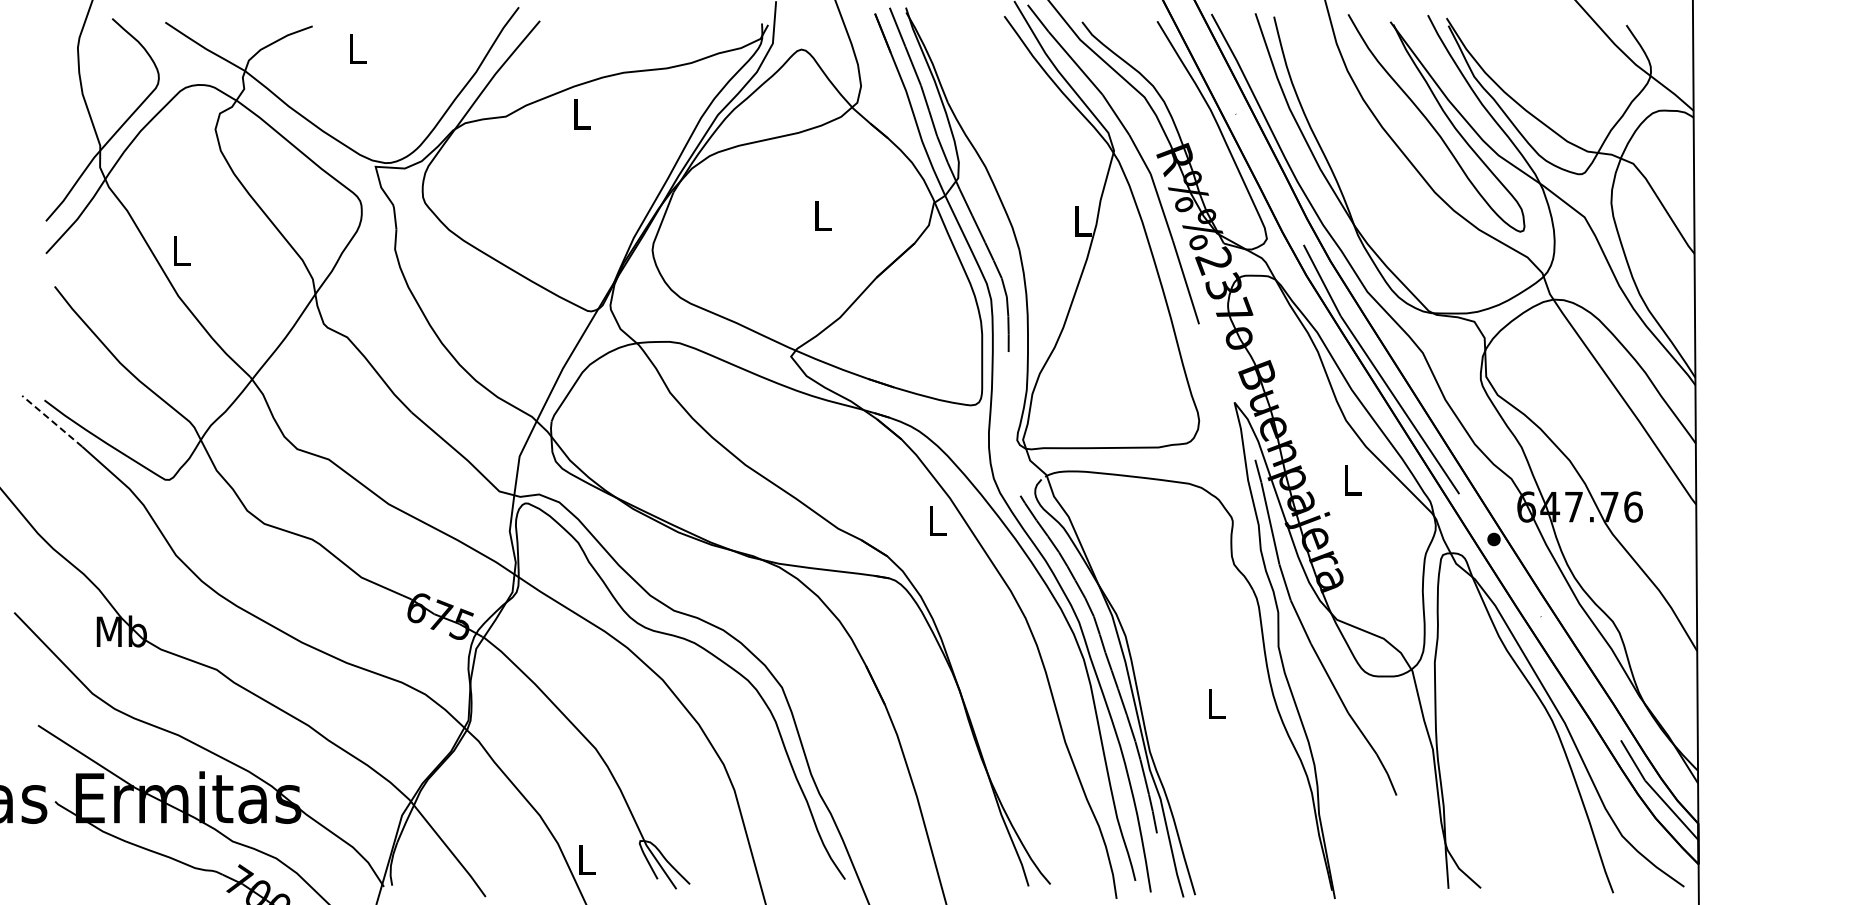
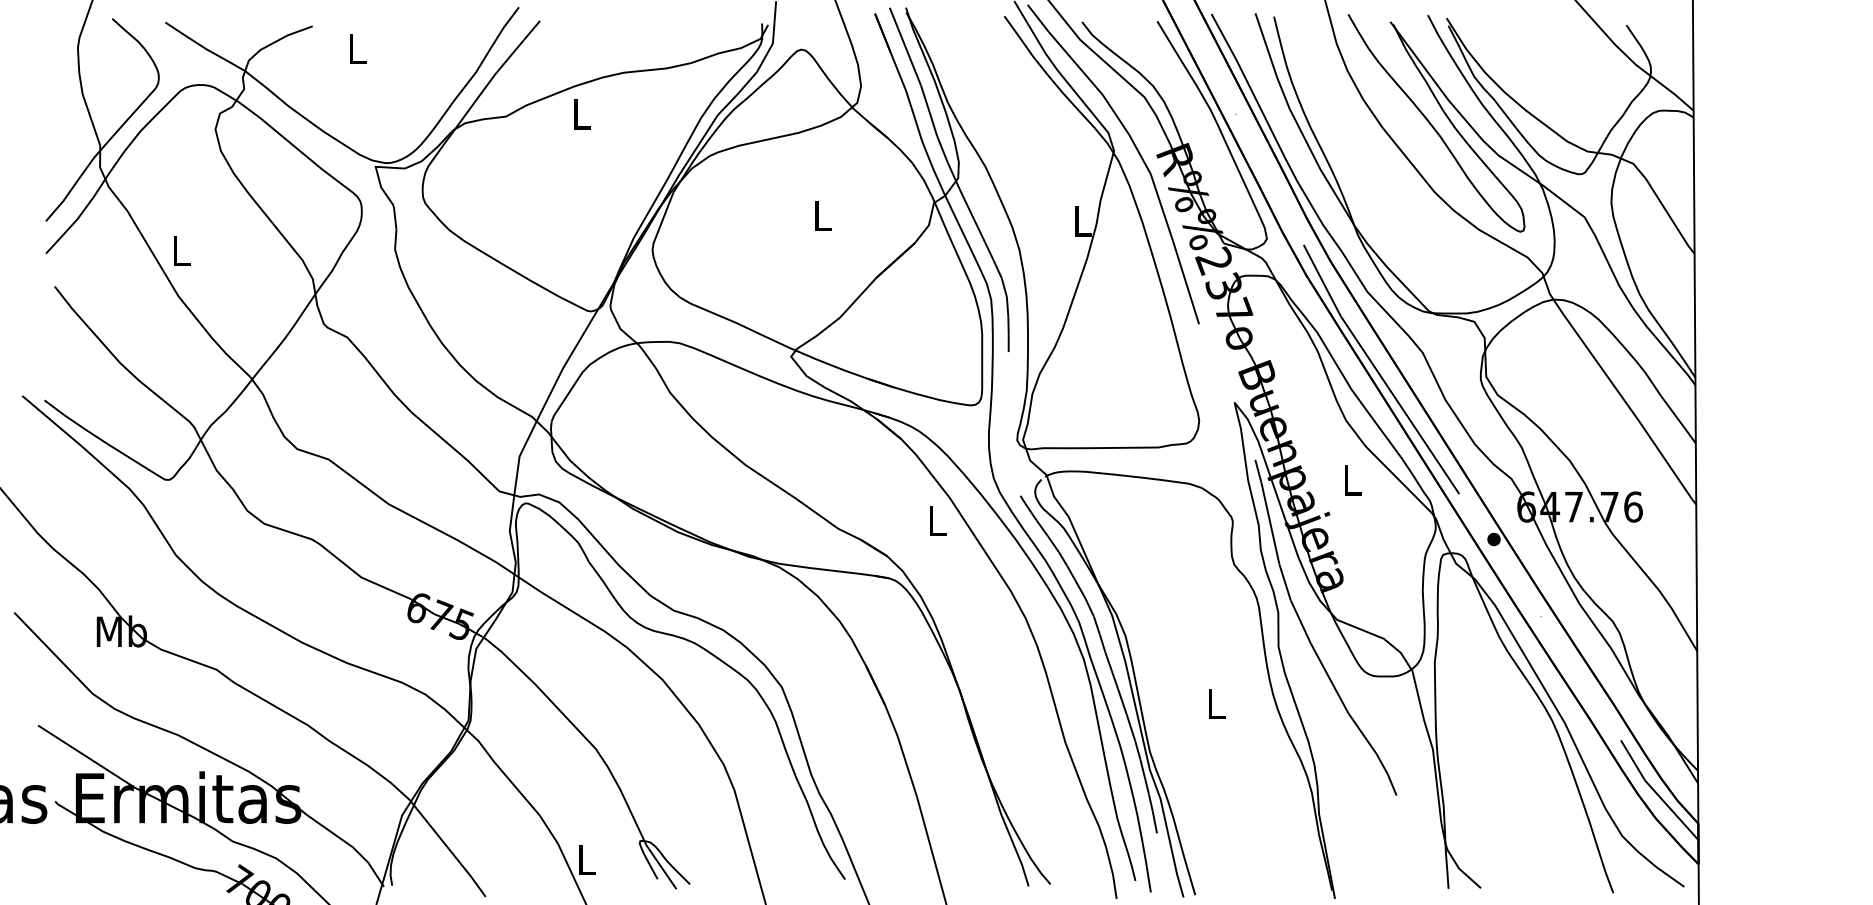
line at (51, 420): dashed -> solid
